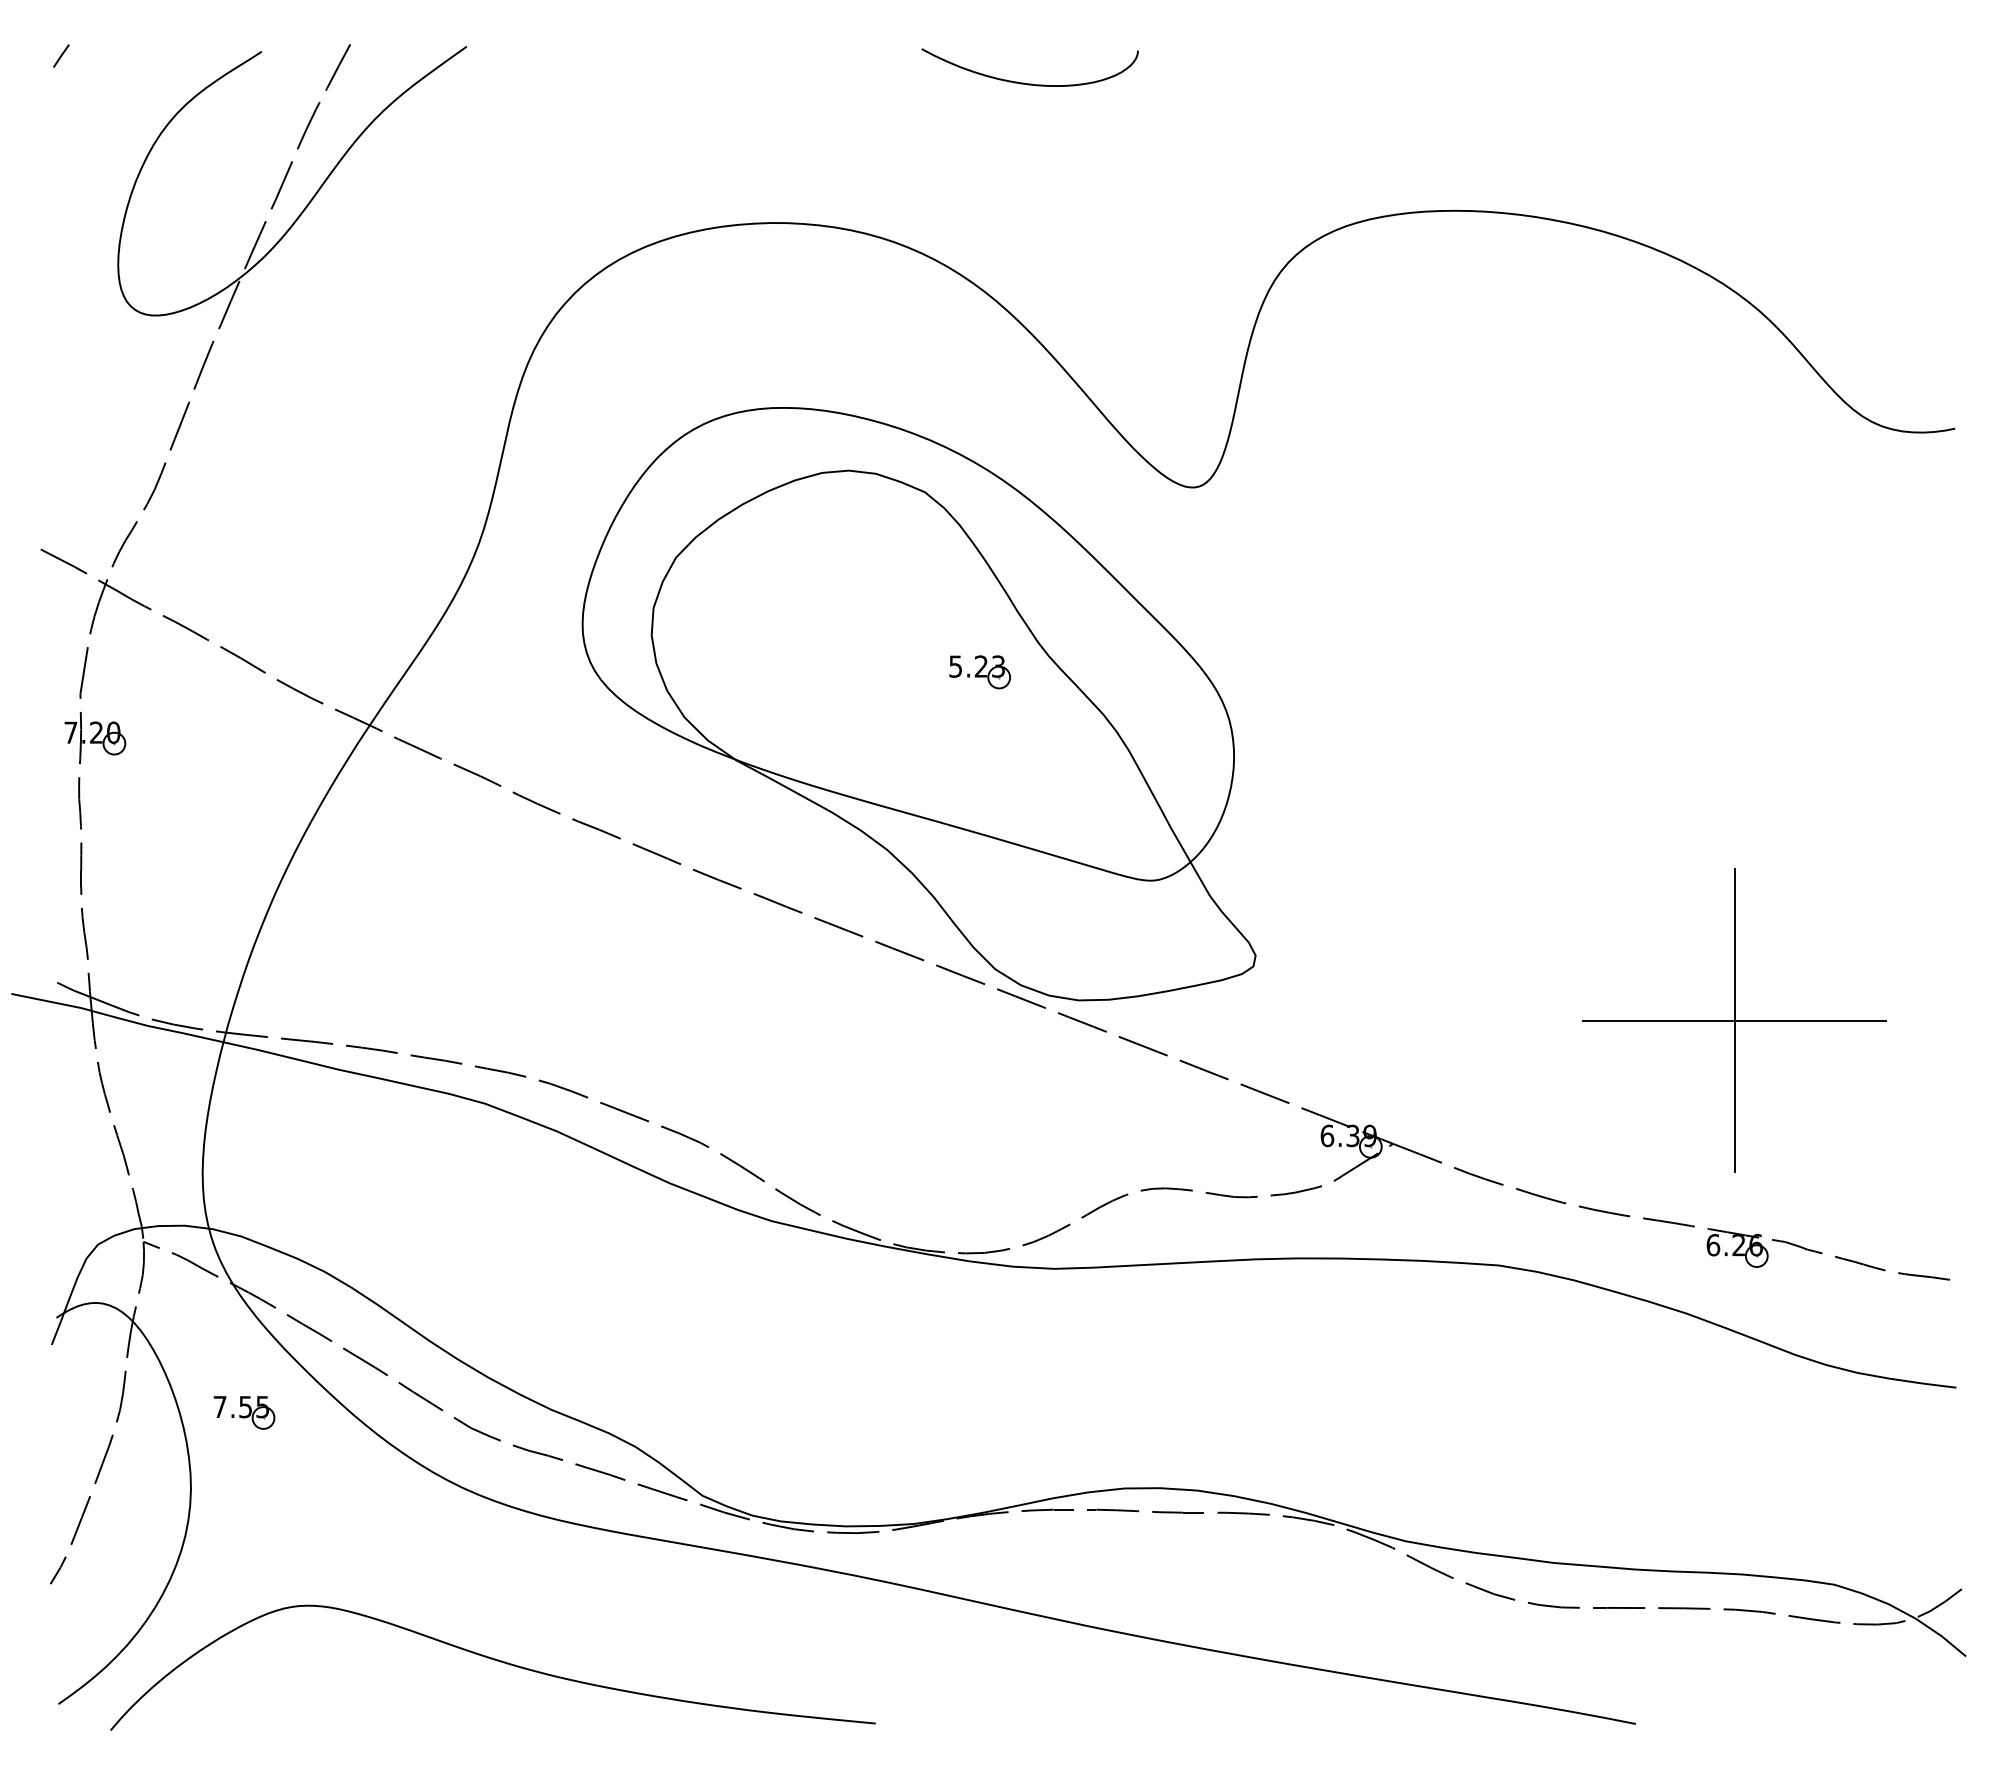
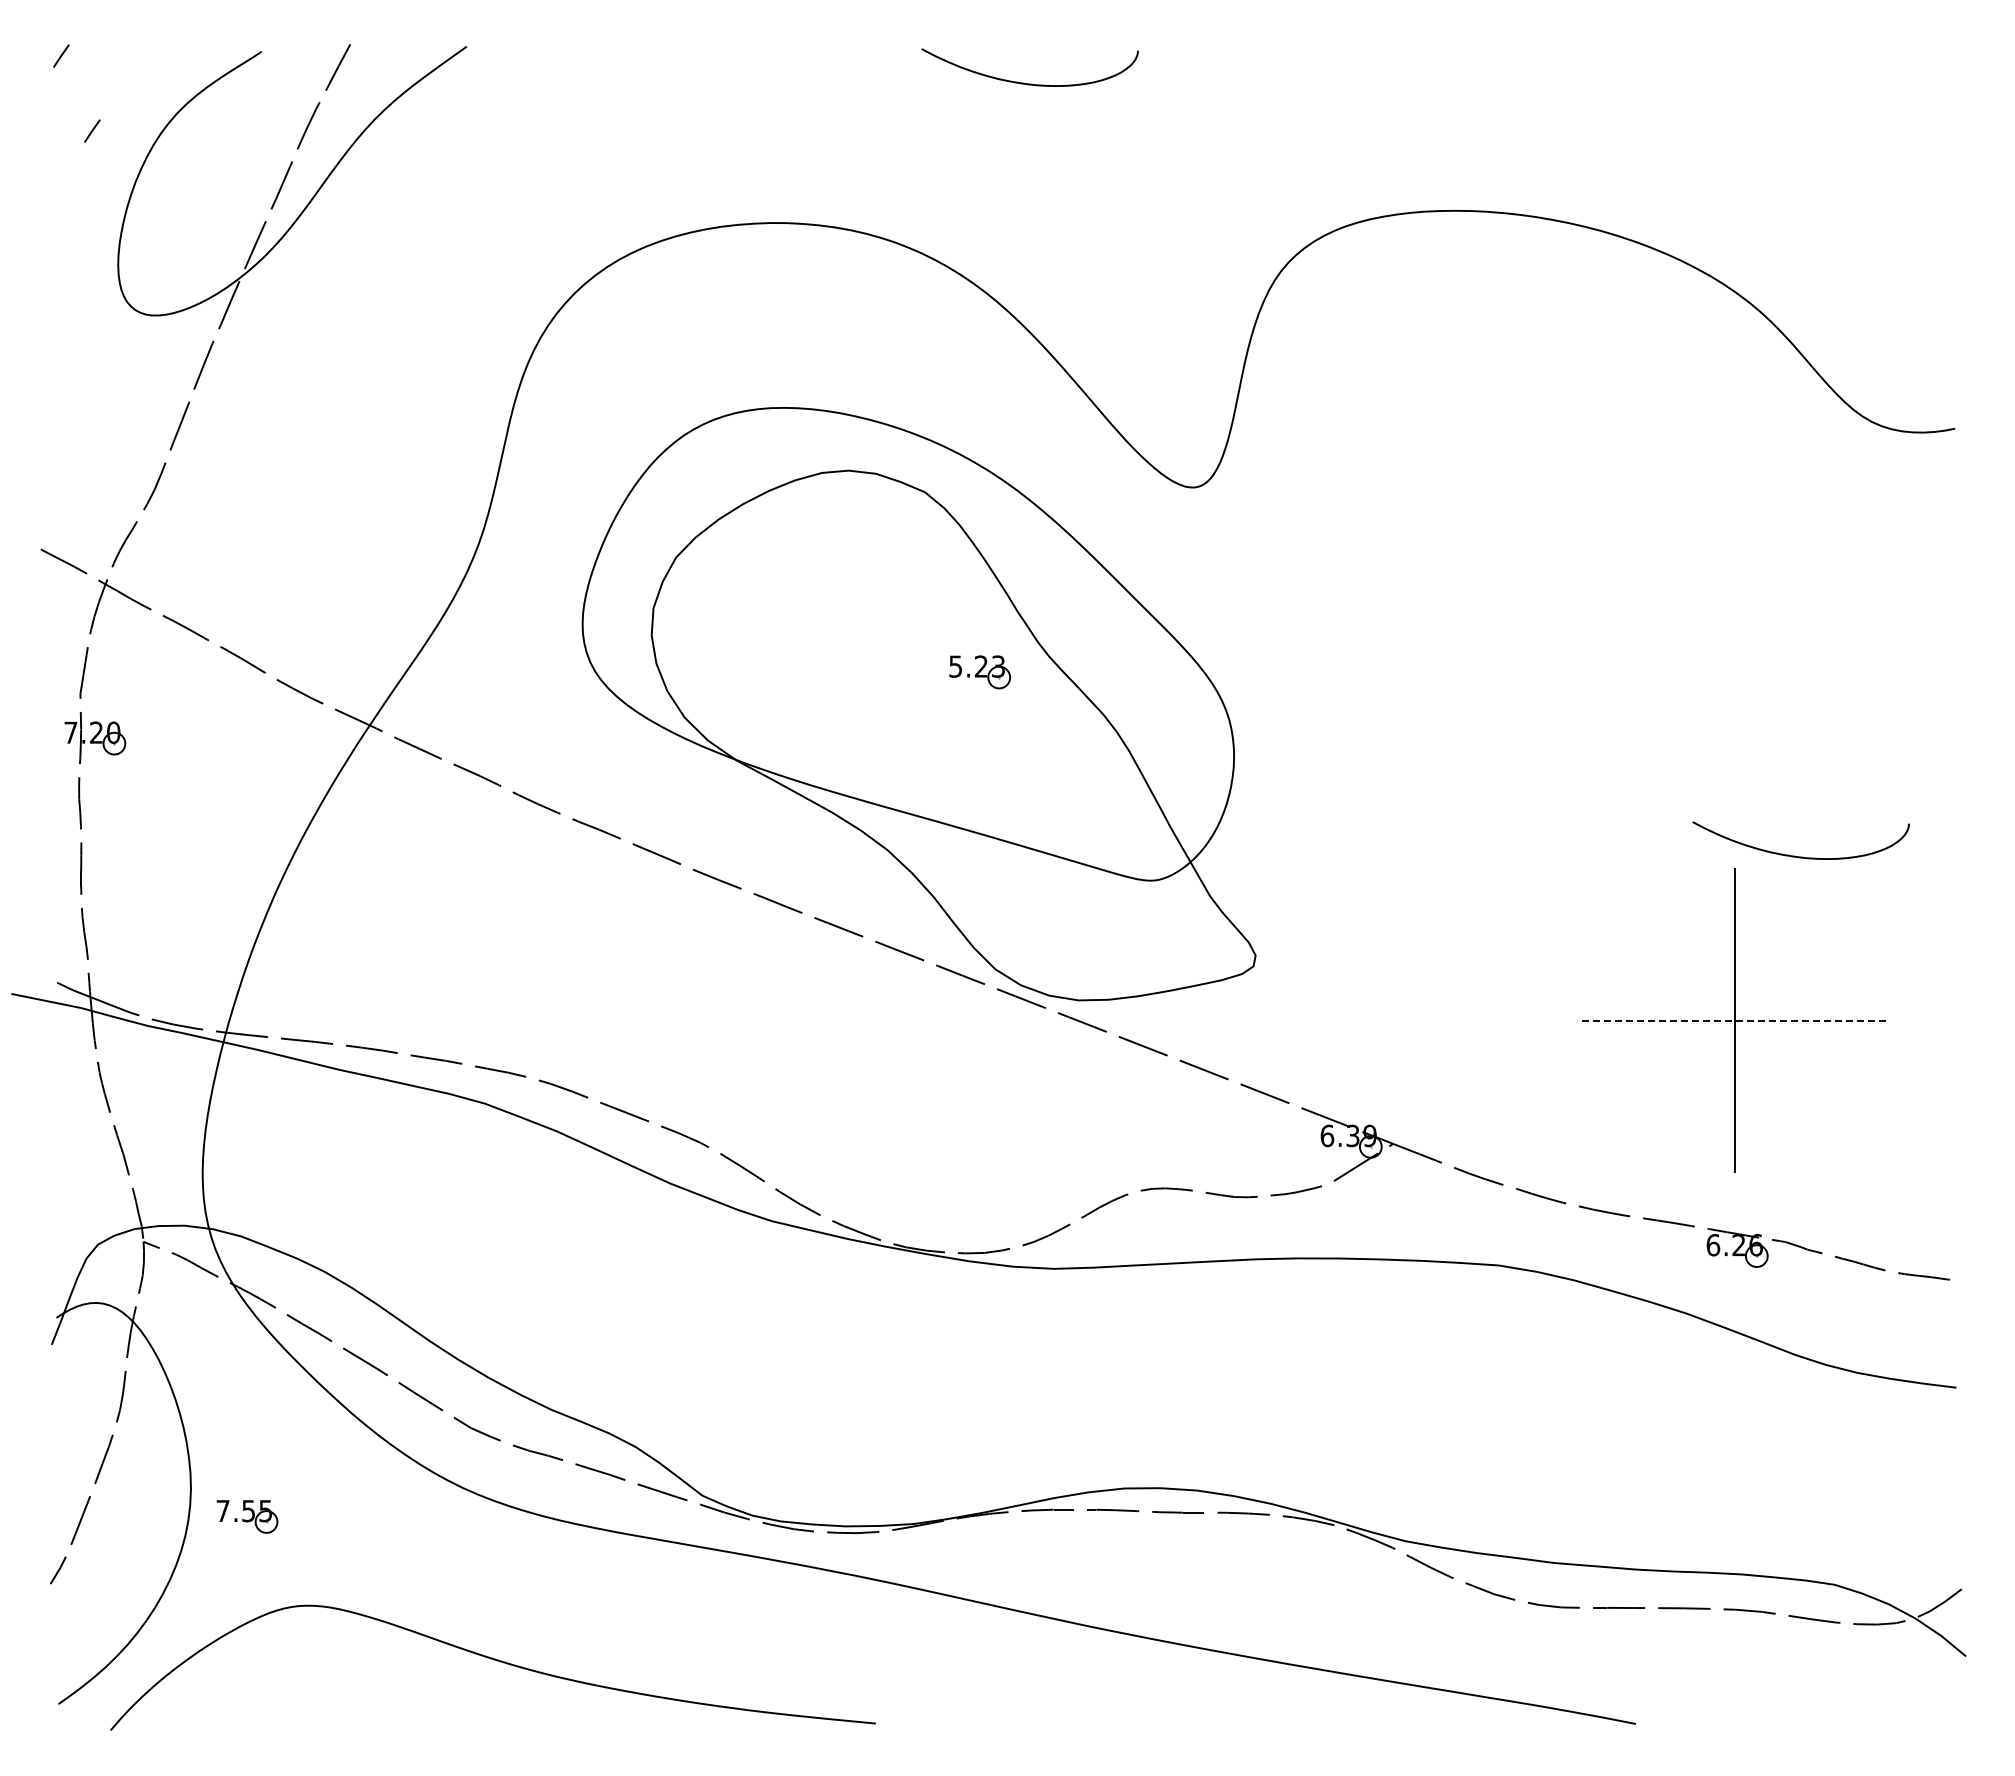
line at (92, 130): none -> present
curve at (1795, 855): none -> present
line at (1734, 1020): solid -> dashed
part at (244, 1412) position: (244, 1412) -> (247, 1516)
